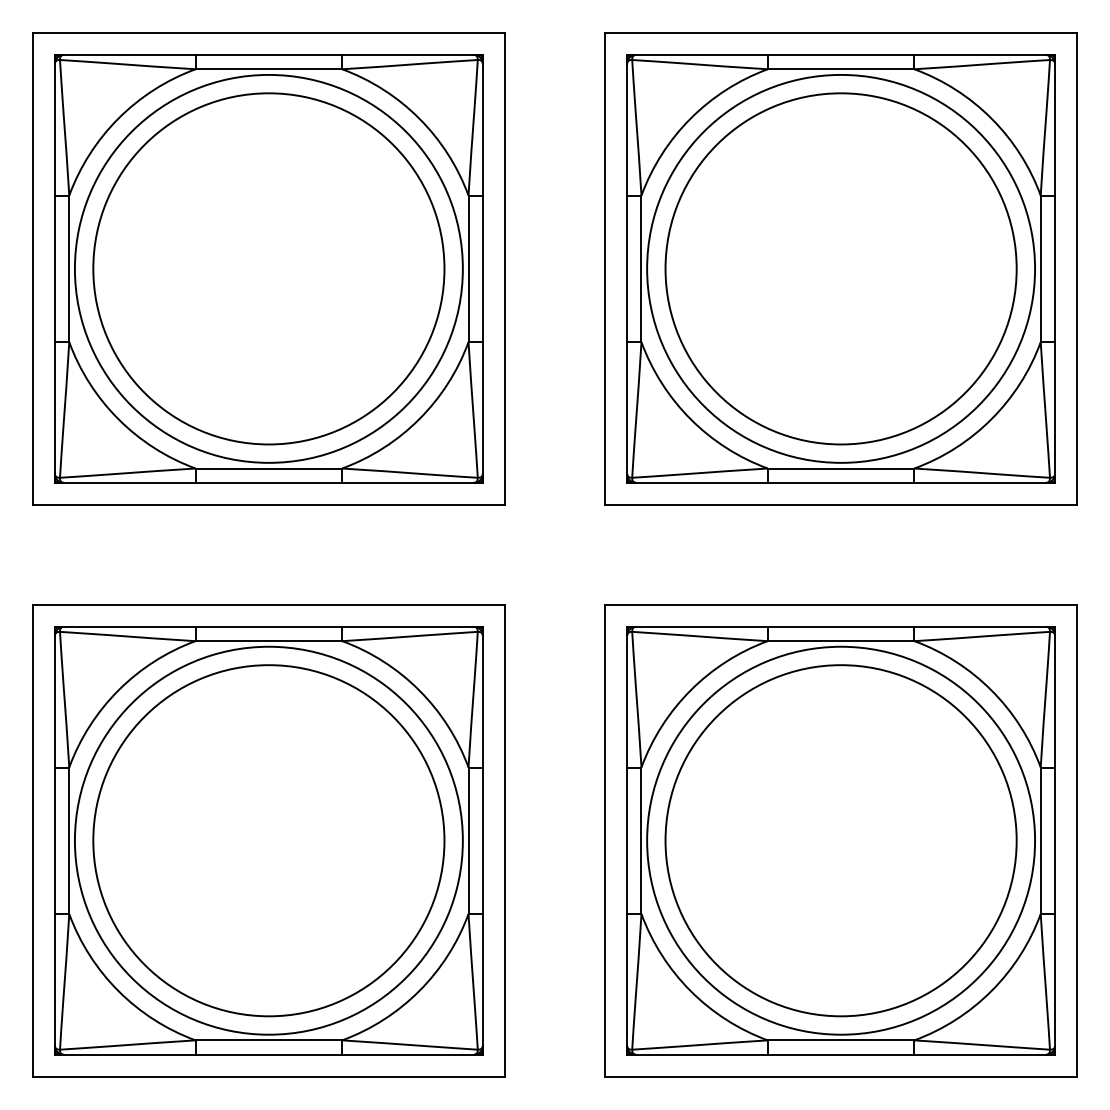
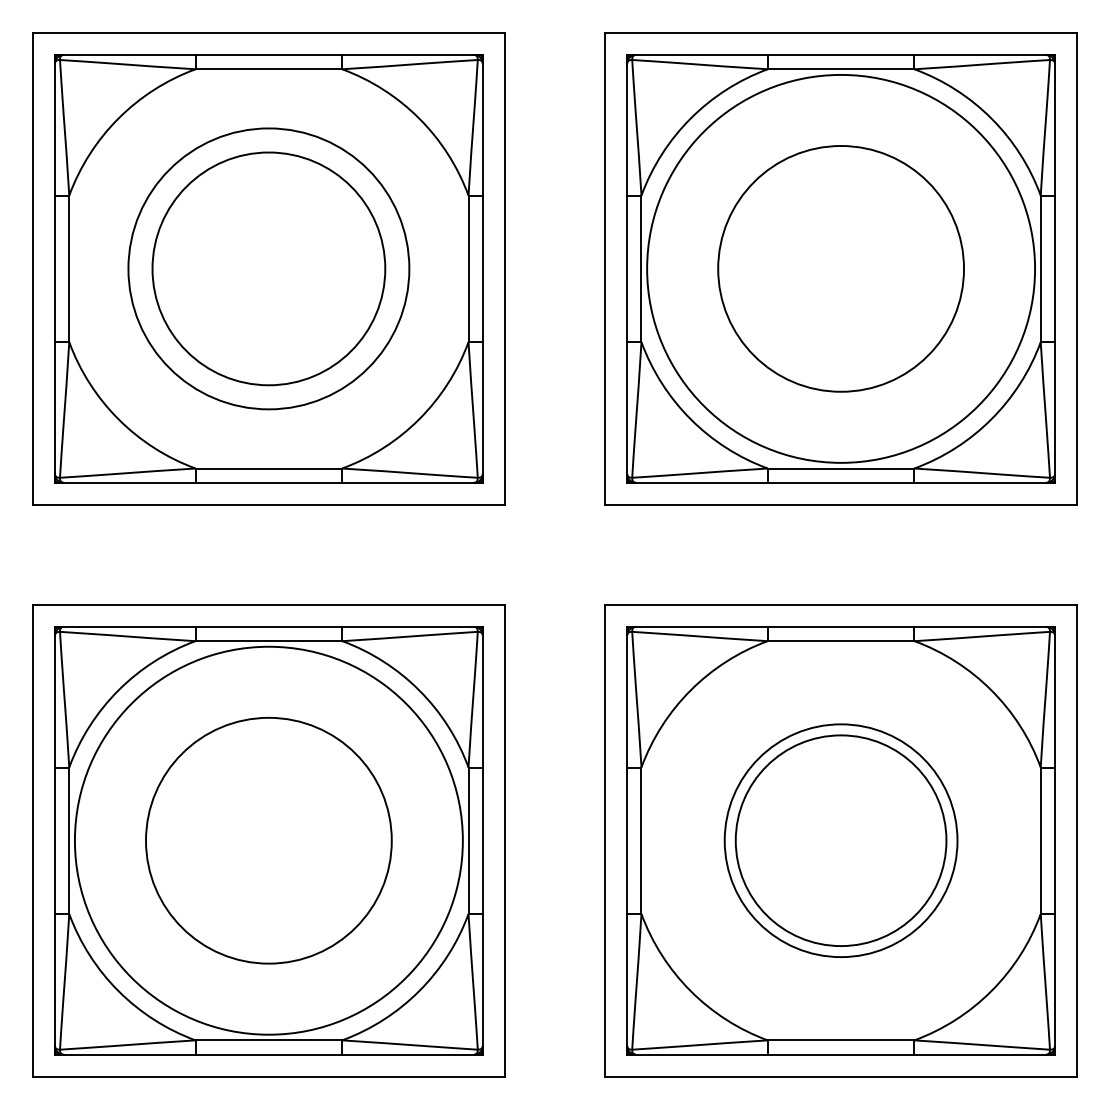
circle at (268, 268) diameter: 351 px -> 281 px
circle at (268, 268) diameter: 388 px -> 233 px
circle at (840, 268) diameter: 351 px -> 246 px
circle at (268, 840) diameter: 351 px -> 246 px
circle at (840, 840) diameter: 351 px -> 211 px
circle at (841, 840) diameter: 388 px -> 233 px
